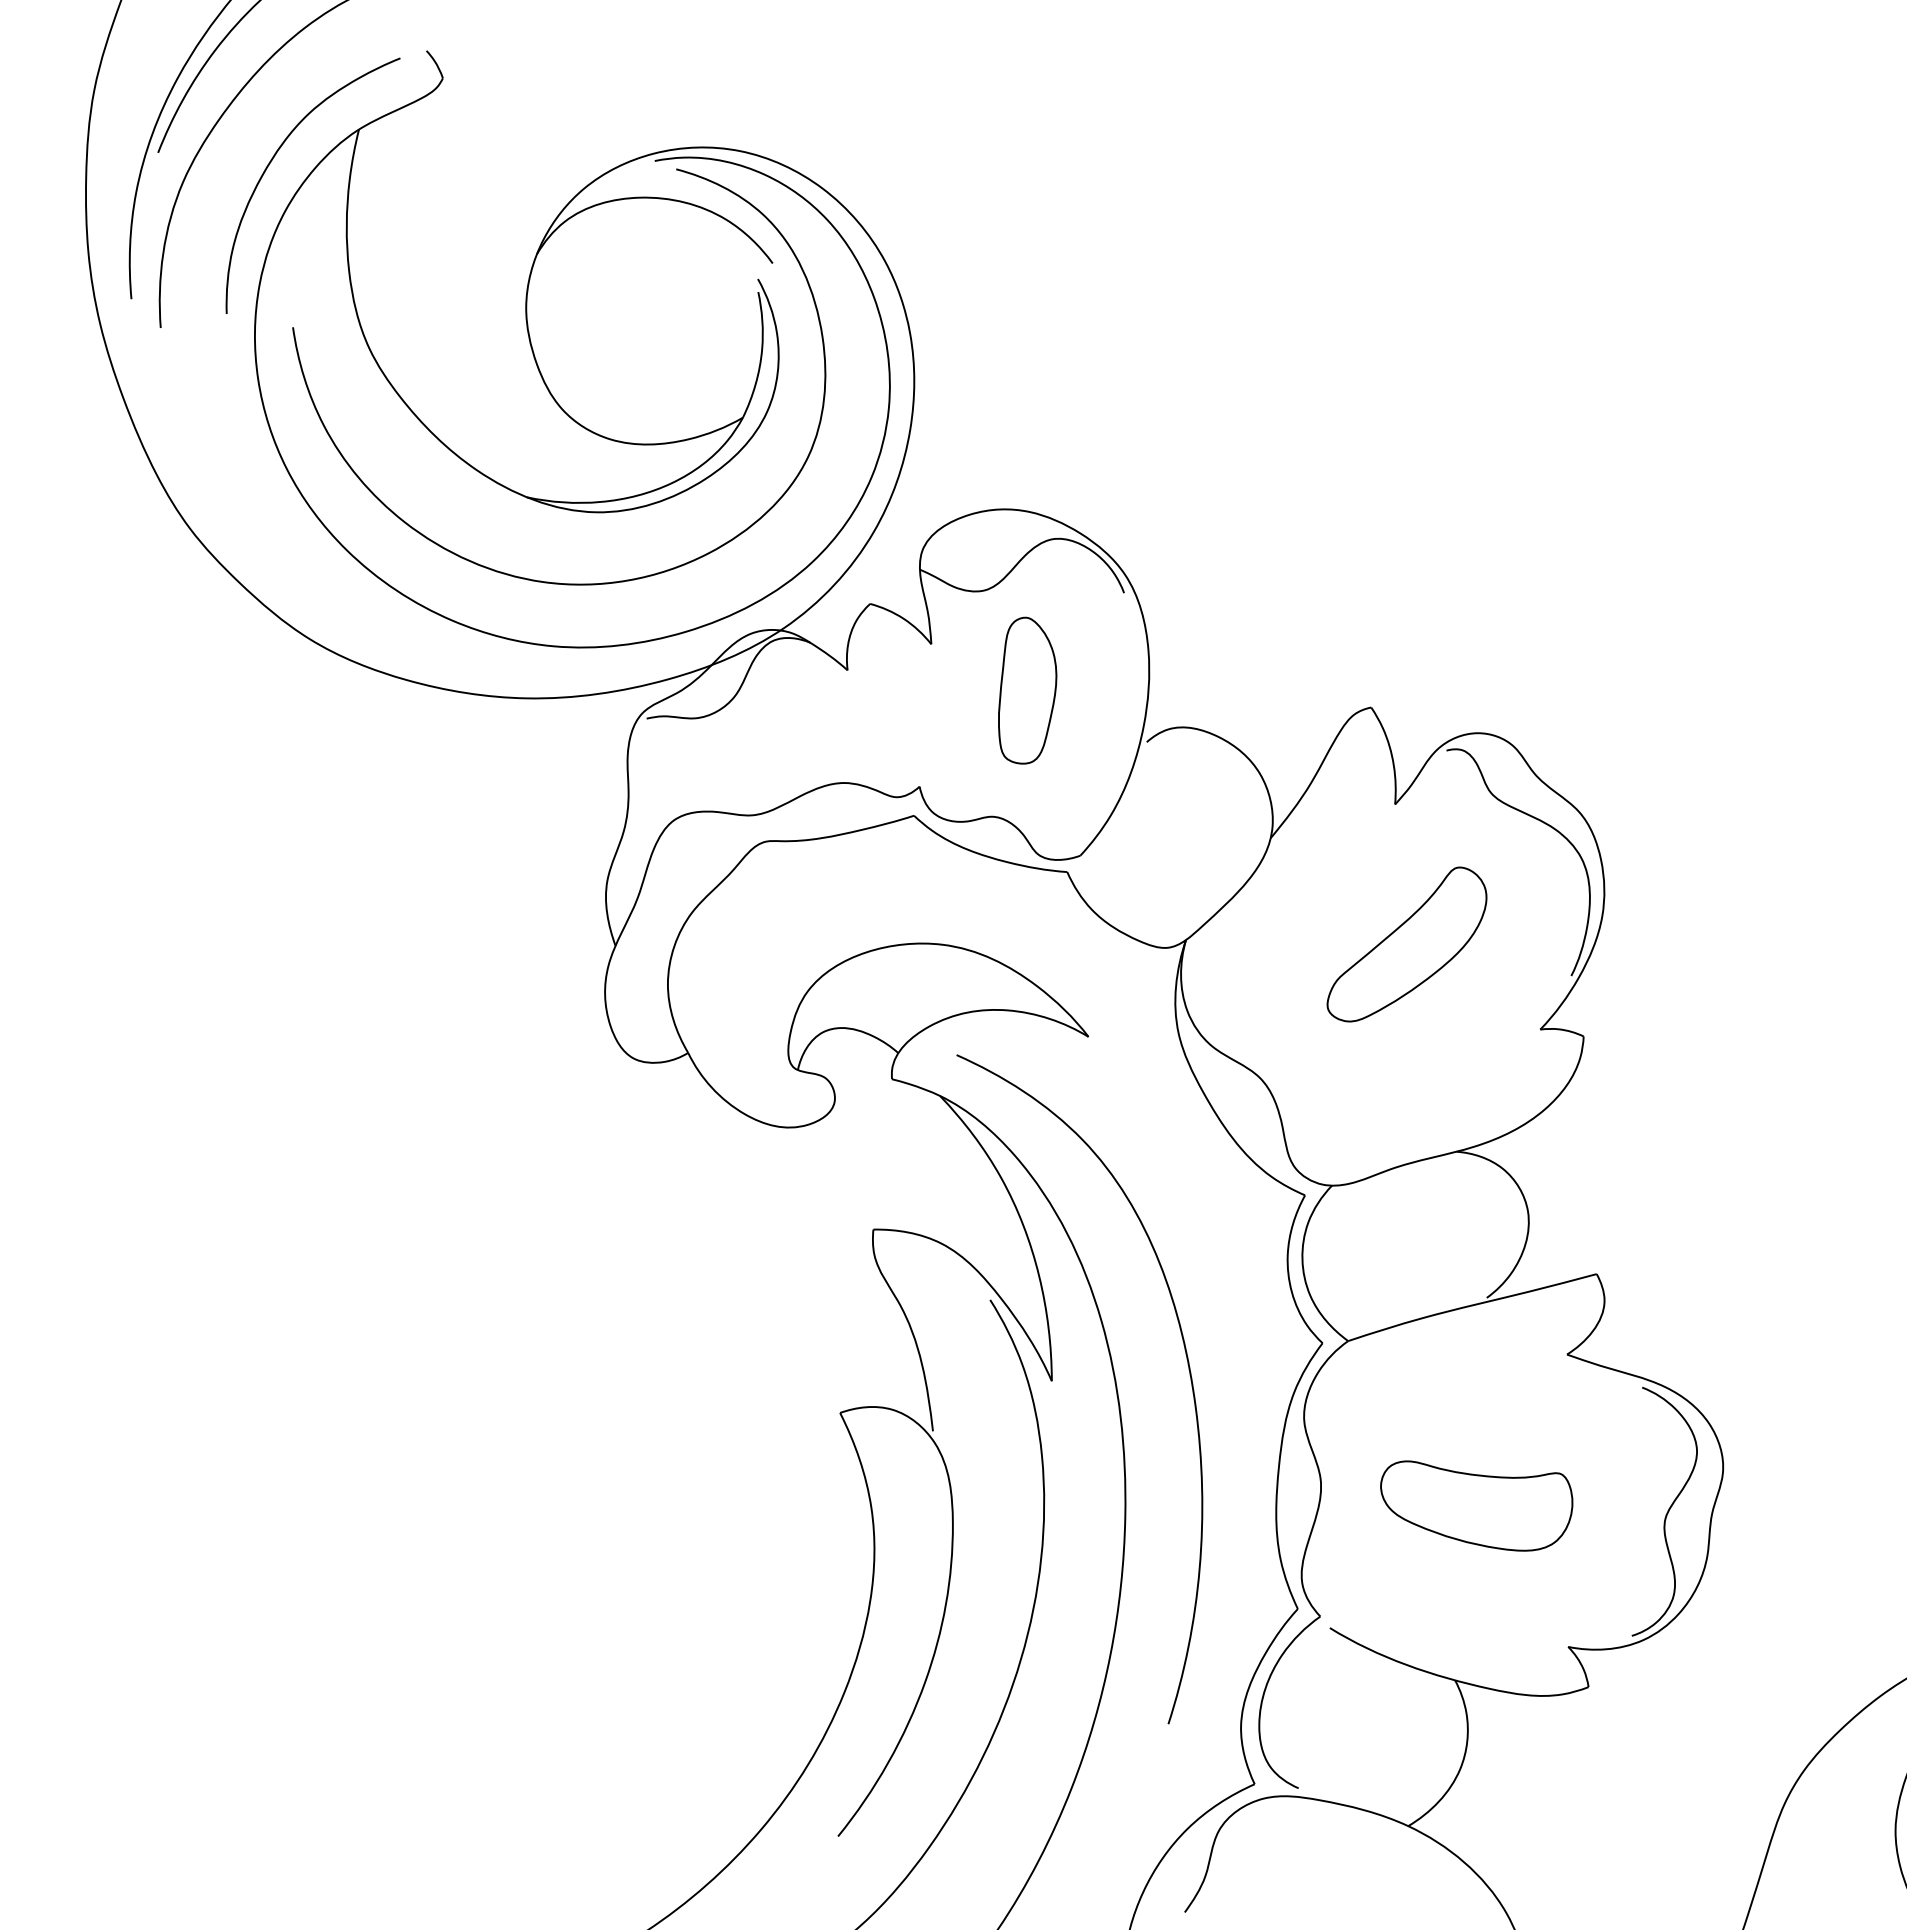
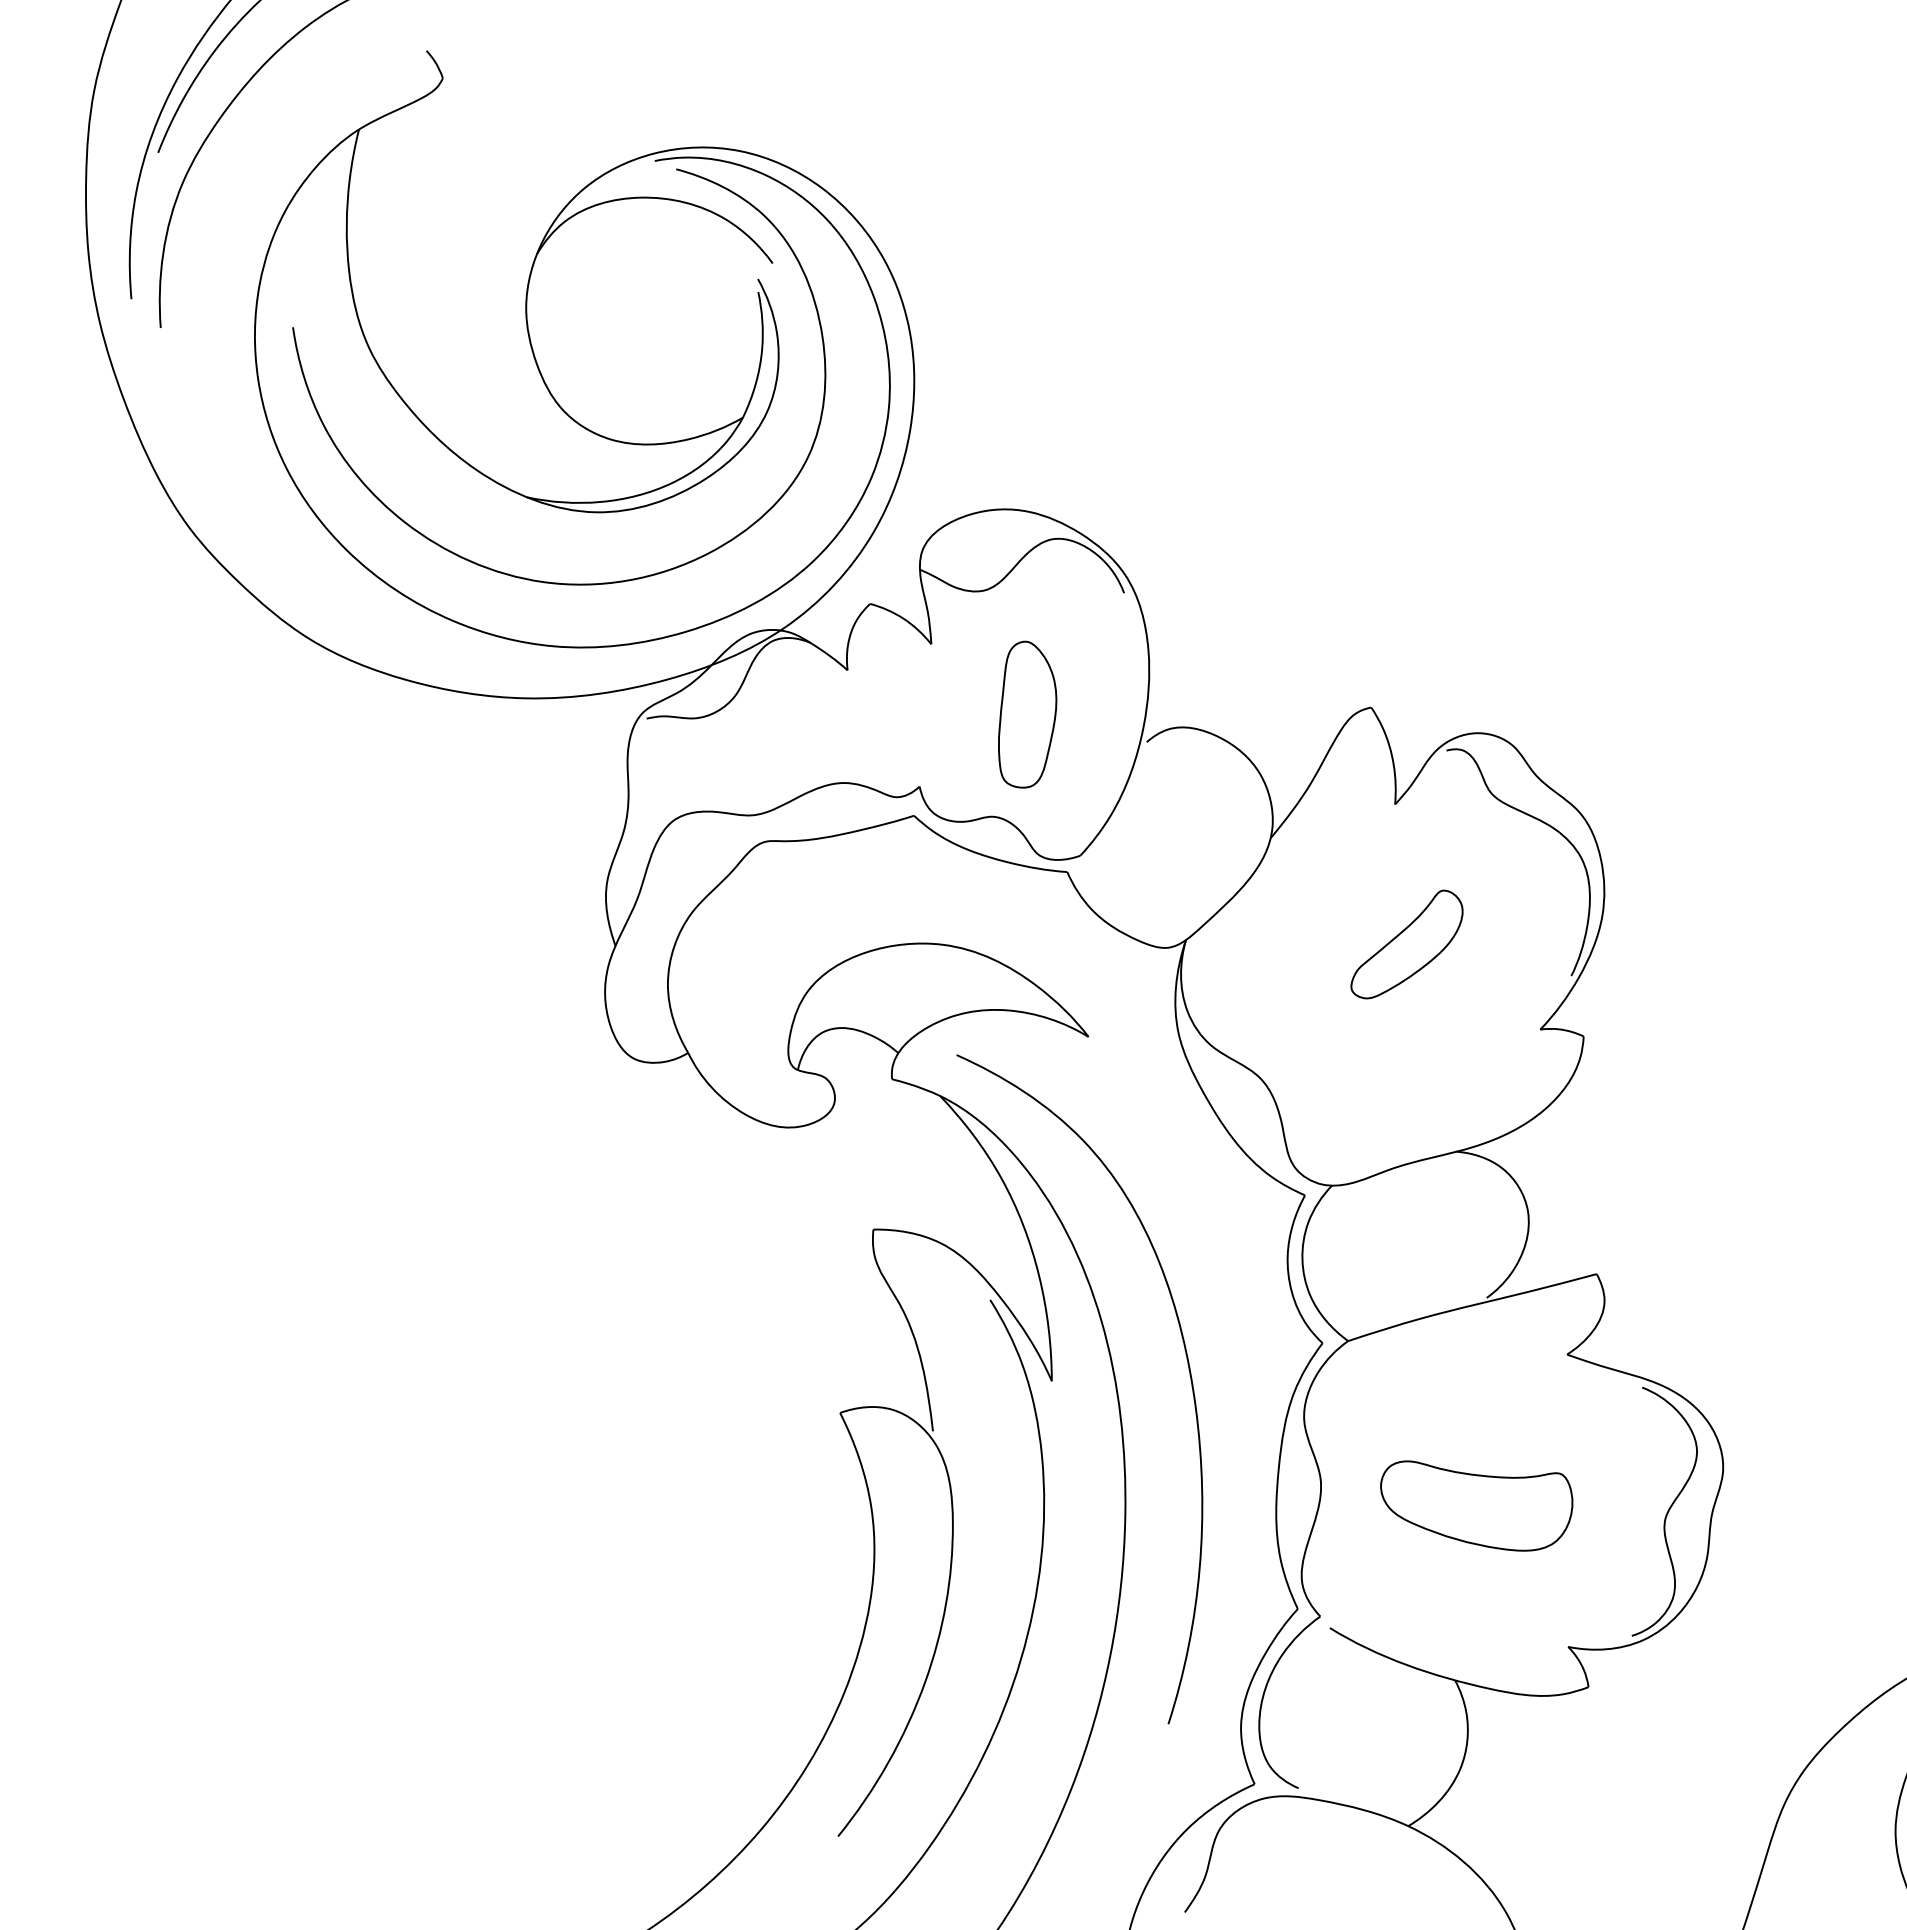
curve at (273, 159): present -> none
part at (1027, 690) position: (1027, 690) -> (1027, 714)
part at (1406, 944) size: 162x157 px -> 114x111 px
